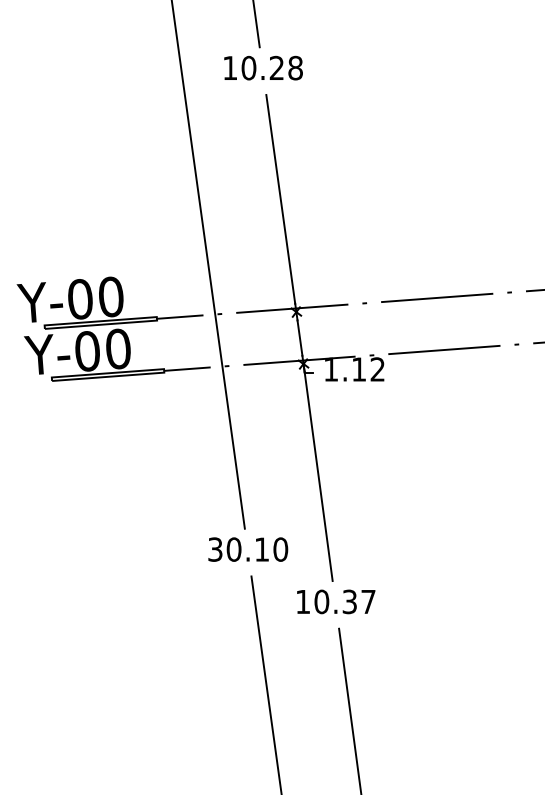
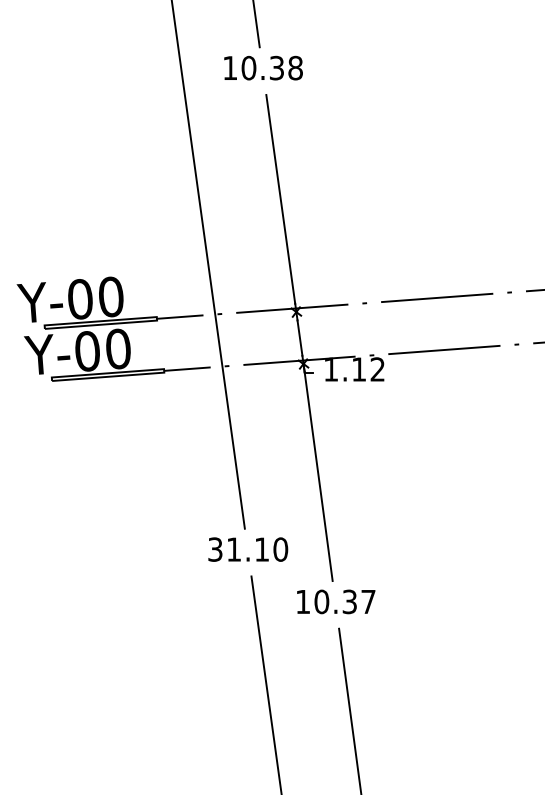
text at (276, 68): 10.28 -> 10.38
text at (233, 549): 30.10 -> 31.10
